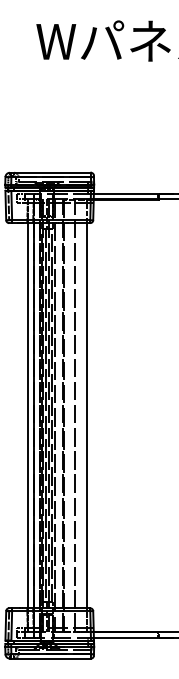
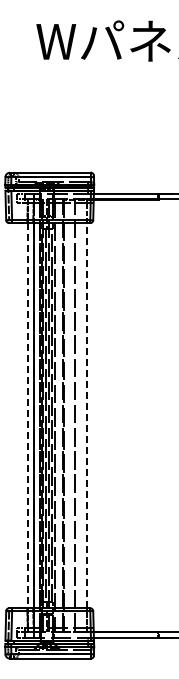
line at (27, 415): solid -> dashed
line at (87, 415): solid -> dashed
